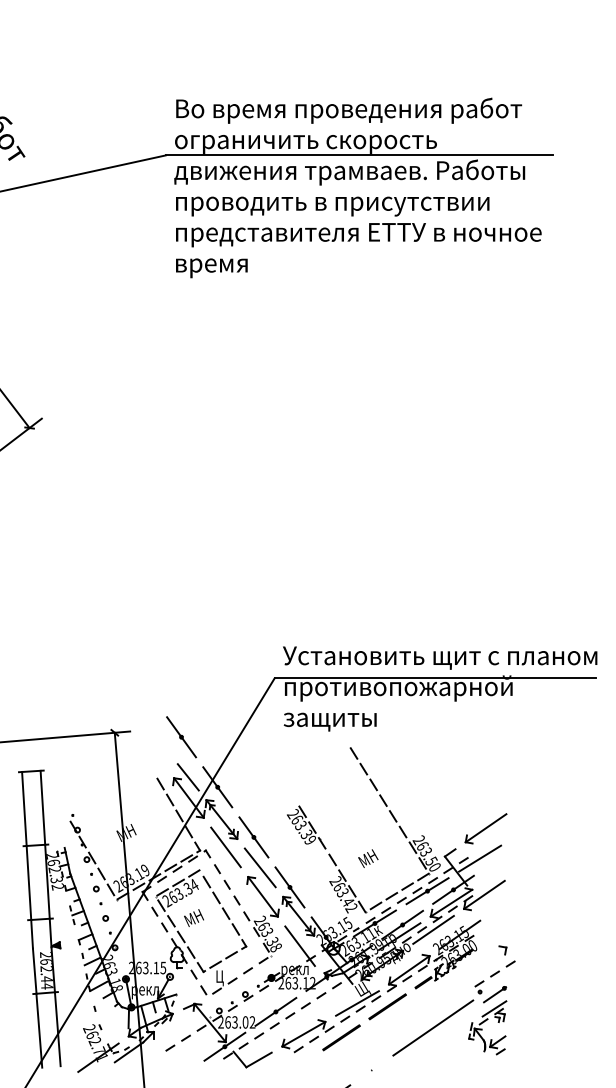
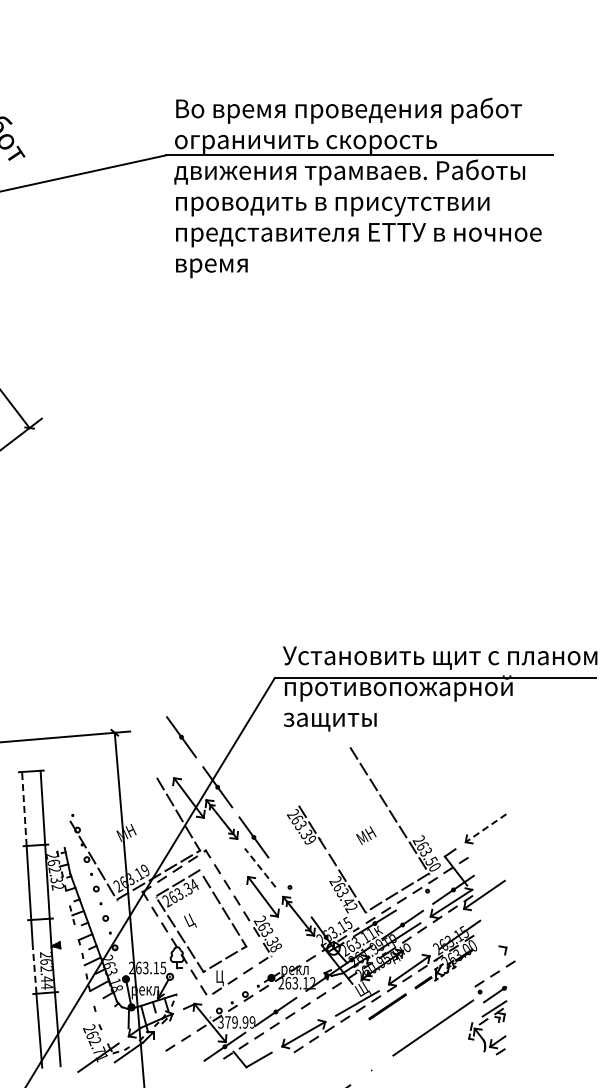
line at (187, 777): present -> none
line at (24, 808): solid -> dashed
line at (486, 828): solid -> dashed
line at (225, 847): present -> none
text at (368, 858) position: (368, 858) -> (366, 835)
line at (480, 858): present -> none
line at (260, 867): solid -> dashed
line at (289, 887): present -> none
line at (427, 891): present -> none
text at (194, 918): МН -> Ц
line at (433, 929): present -> none
line at (299, 945): present -> none
line at (34, 971): solid -> dashed
text at (236, 1022): 263.02 -> 379.99
line at (341, 1037): present -> none
